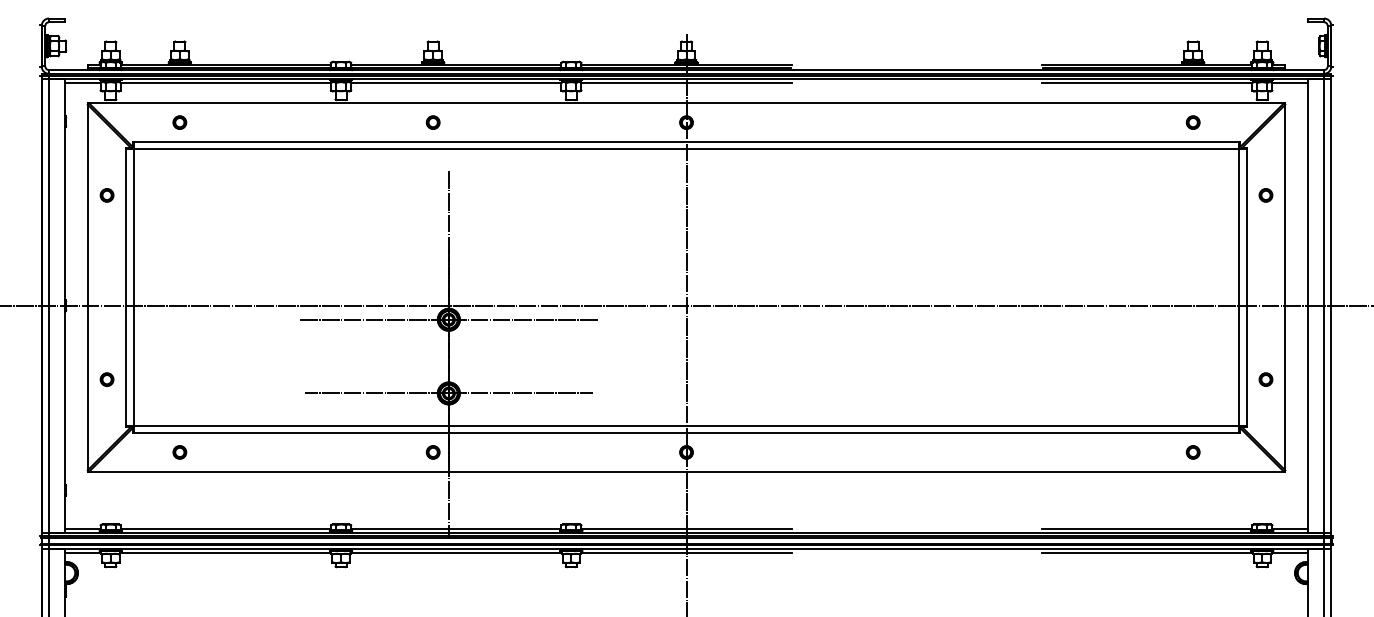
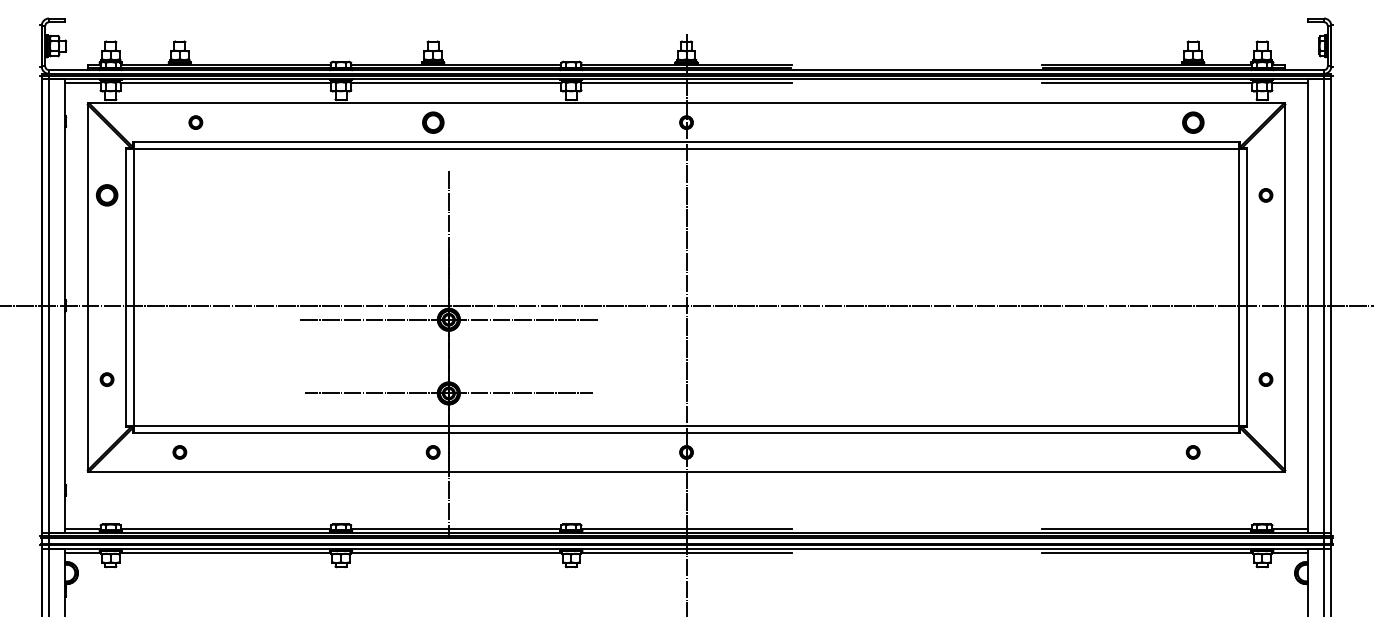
part at (179, 122) position: (179, 122) -> (195, 122)
part at (432, 122) size: 16x15 px -> 23x23 px
part at (1192, 122) size: 16x15 px -> 23x23 px
part at (106, 195) size: 16x15 px -> 24x23 px
